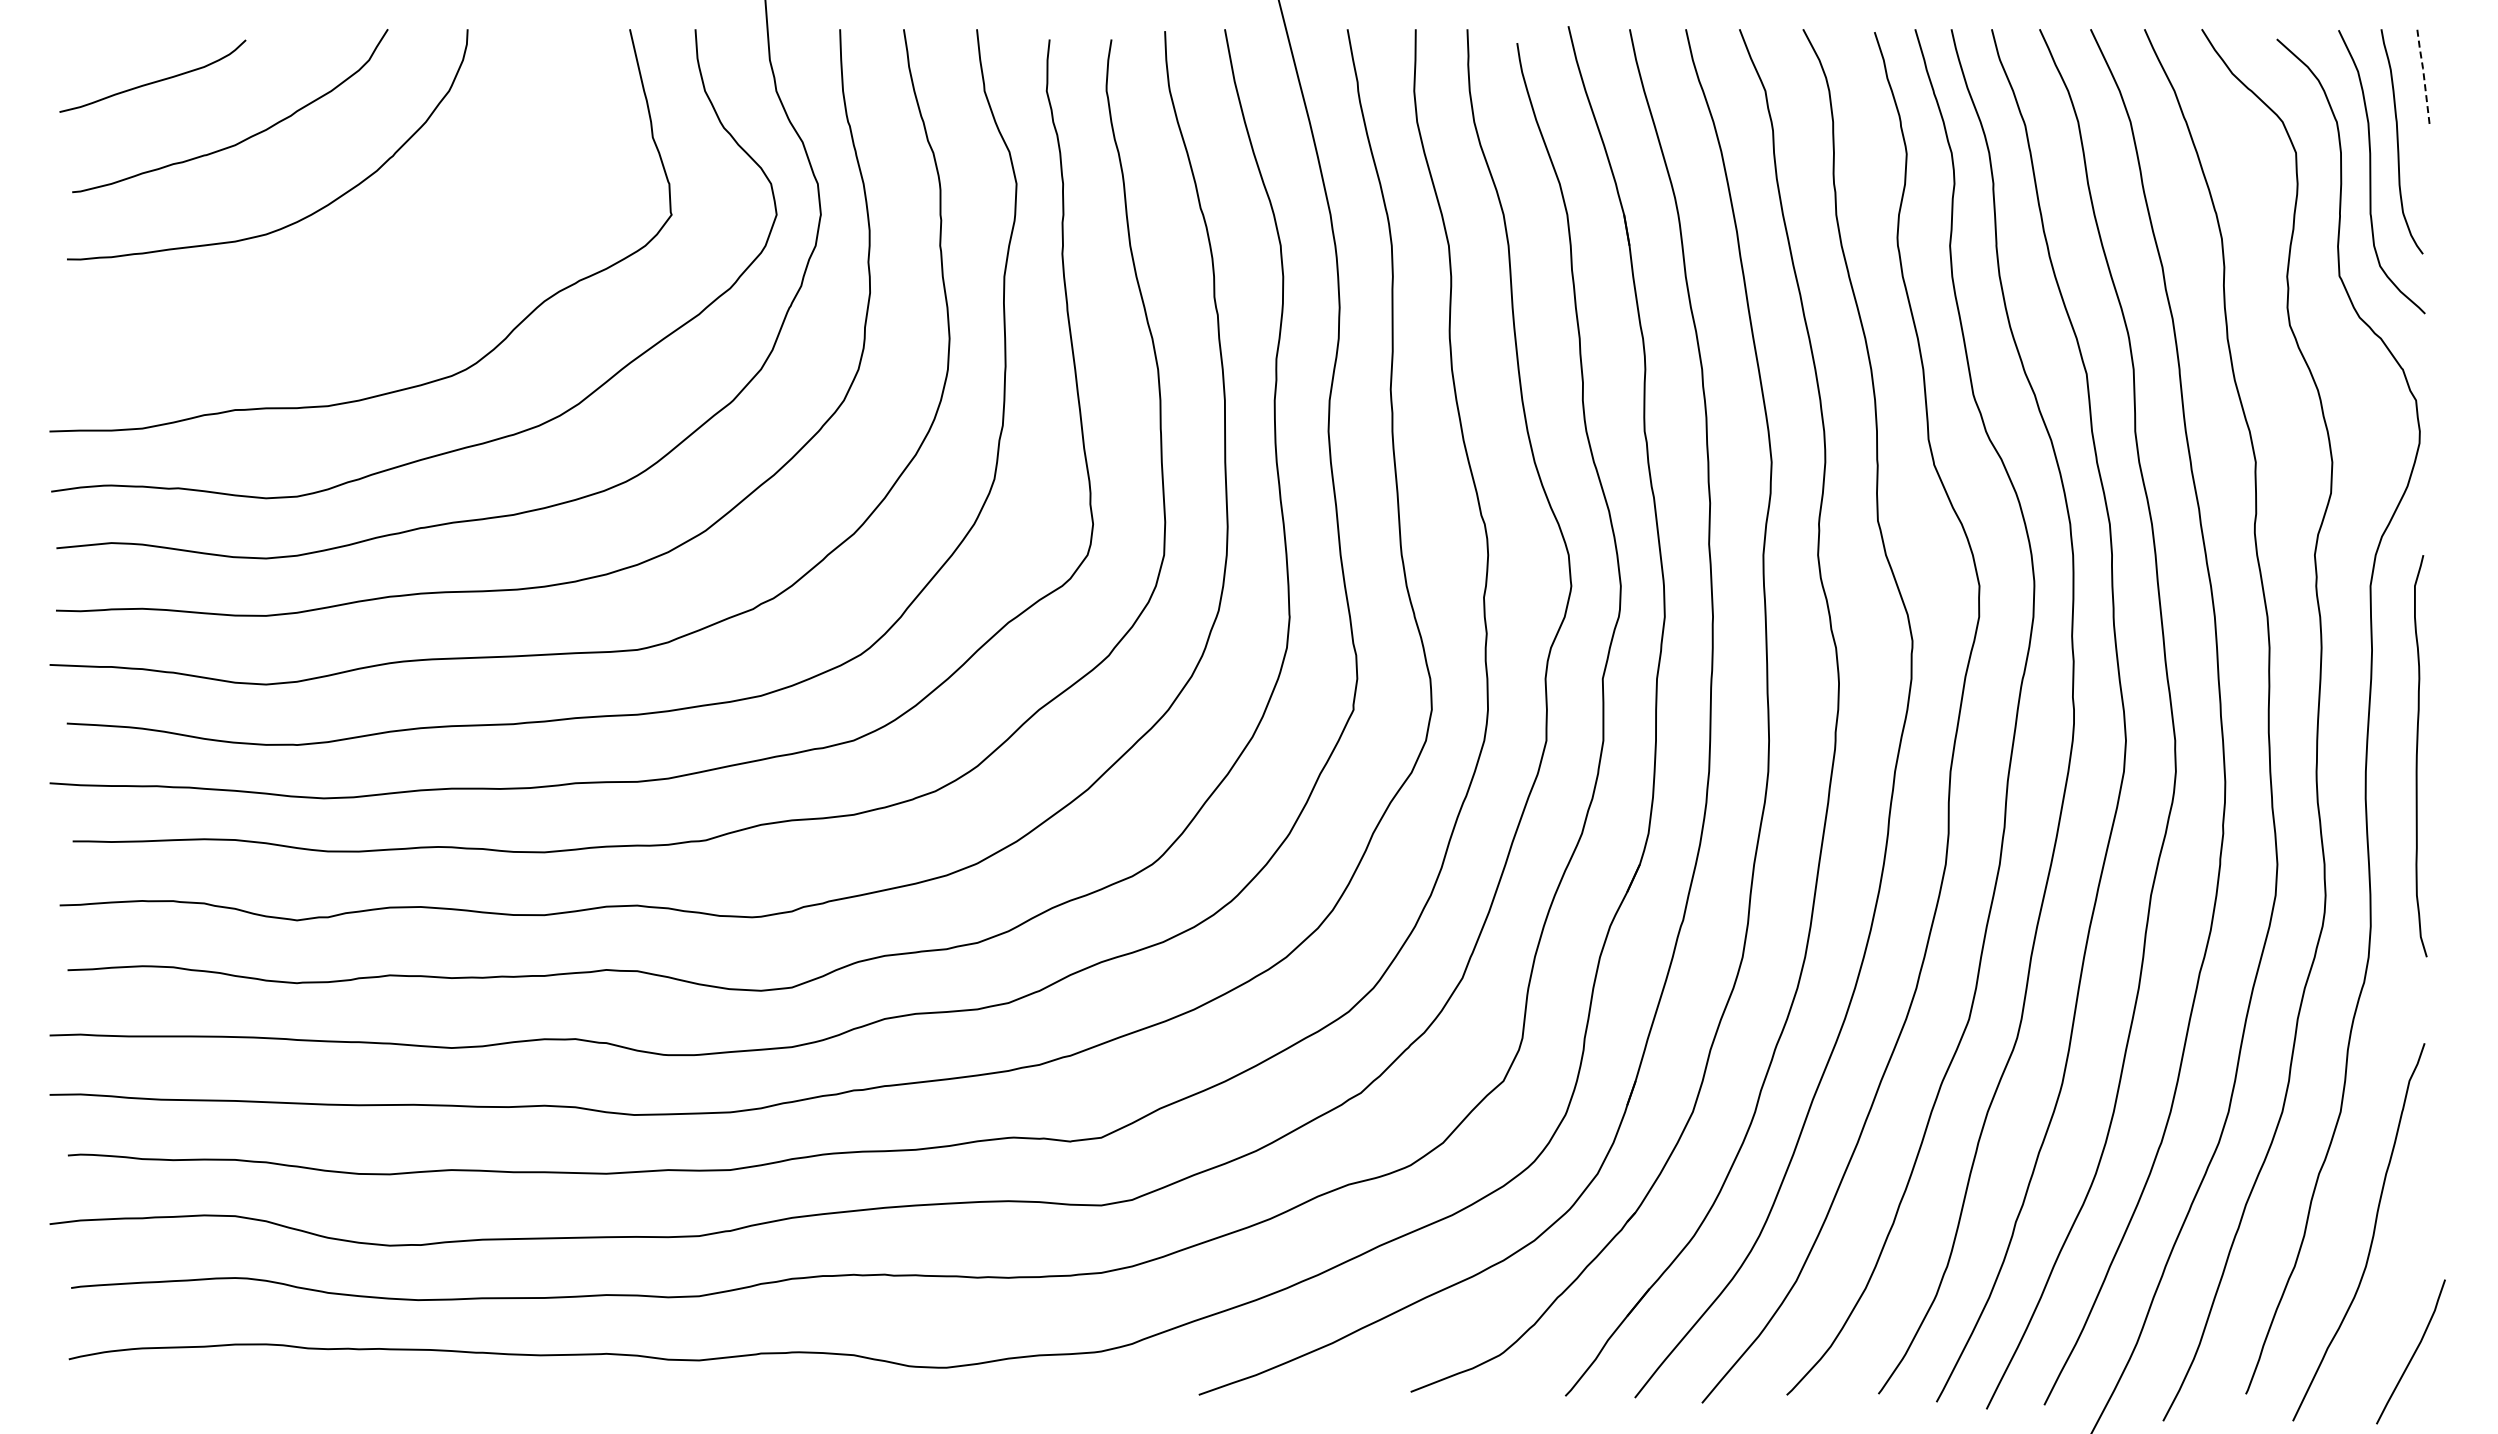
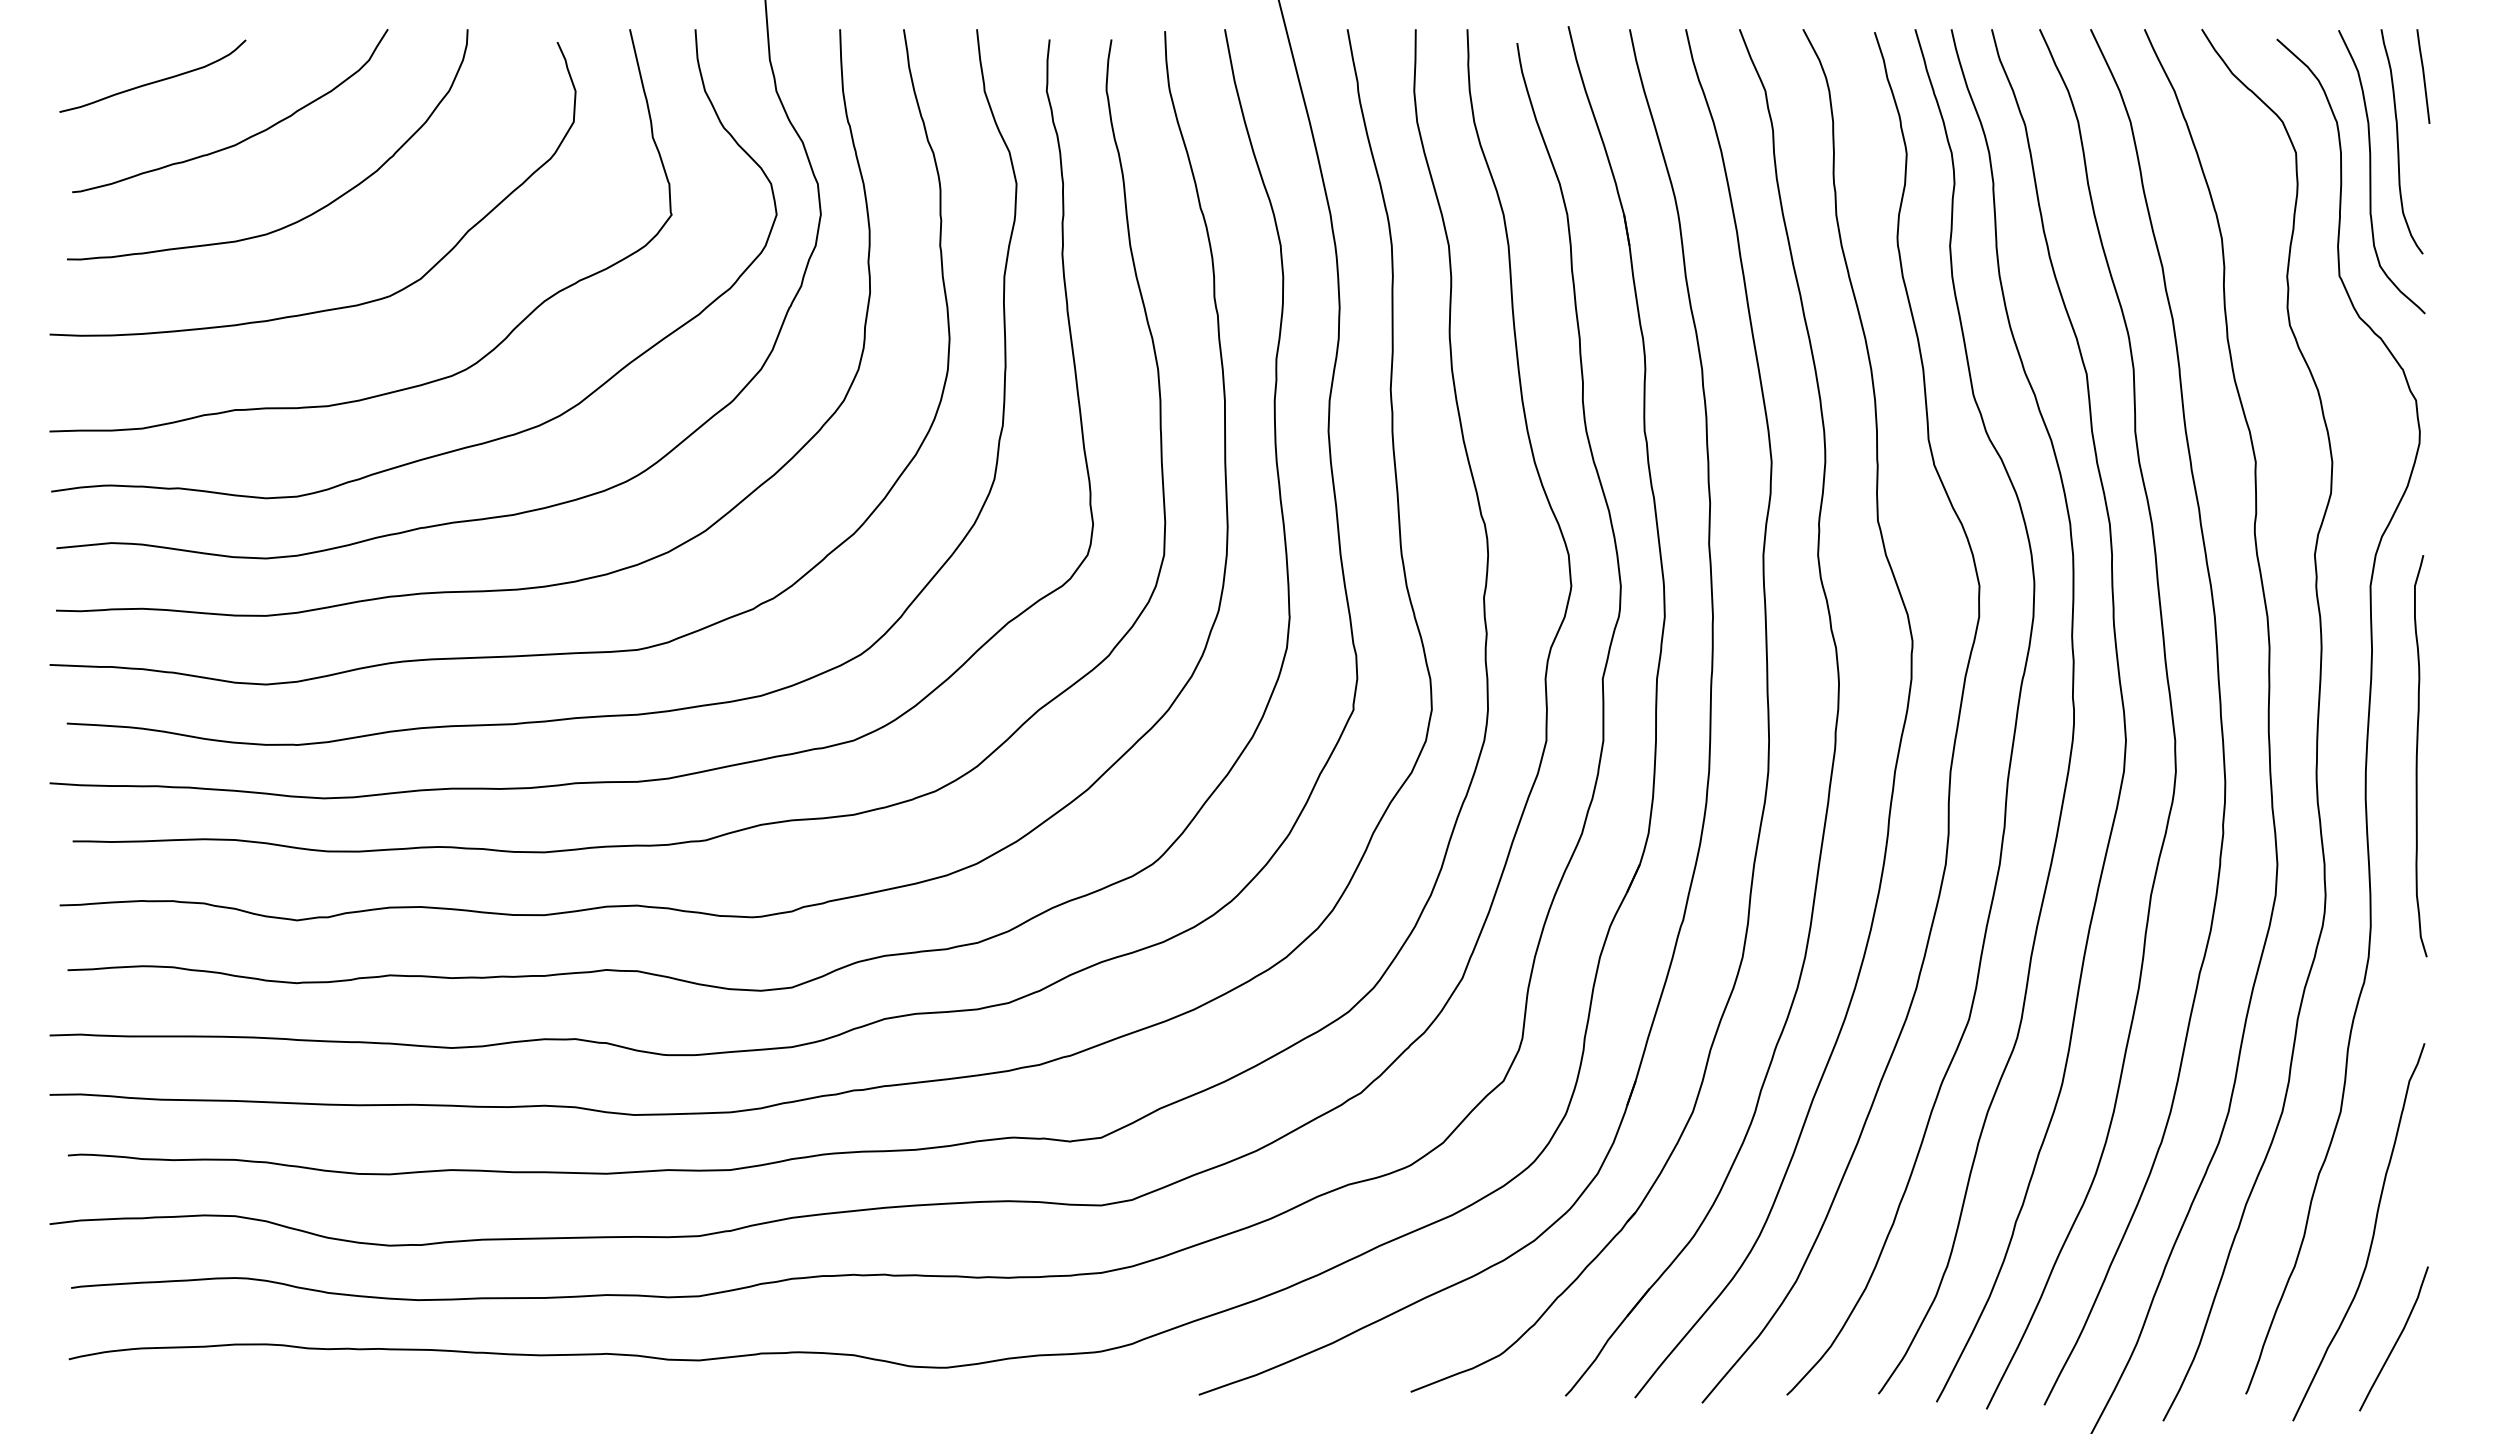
line at (2423, 74): dashed -> solid
curve at (330, 308): none -> present
curve at (2413, 1352) position: (2413, 1352) -> (2396, 1339)
